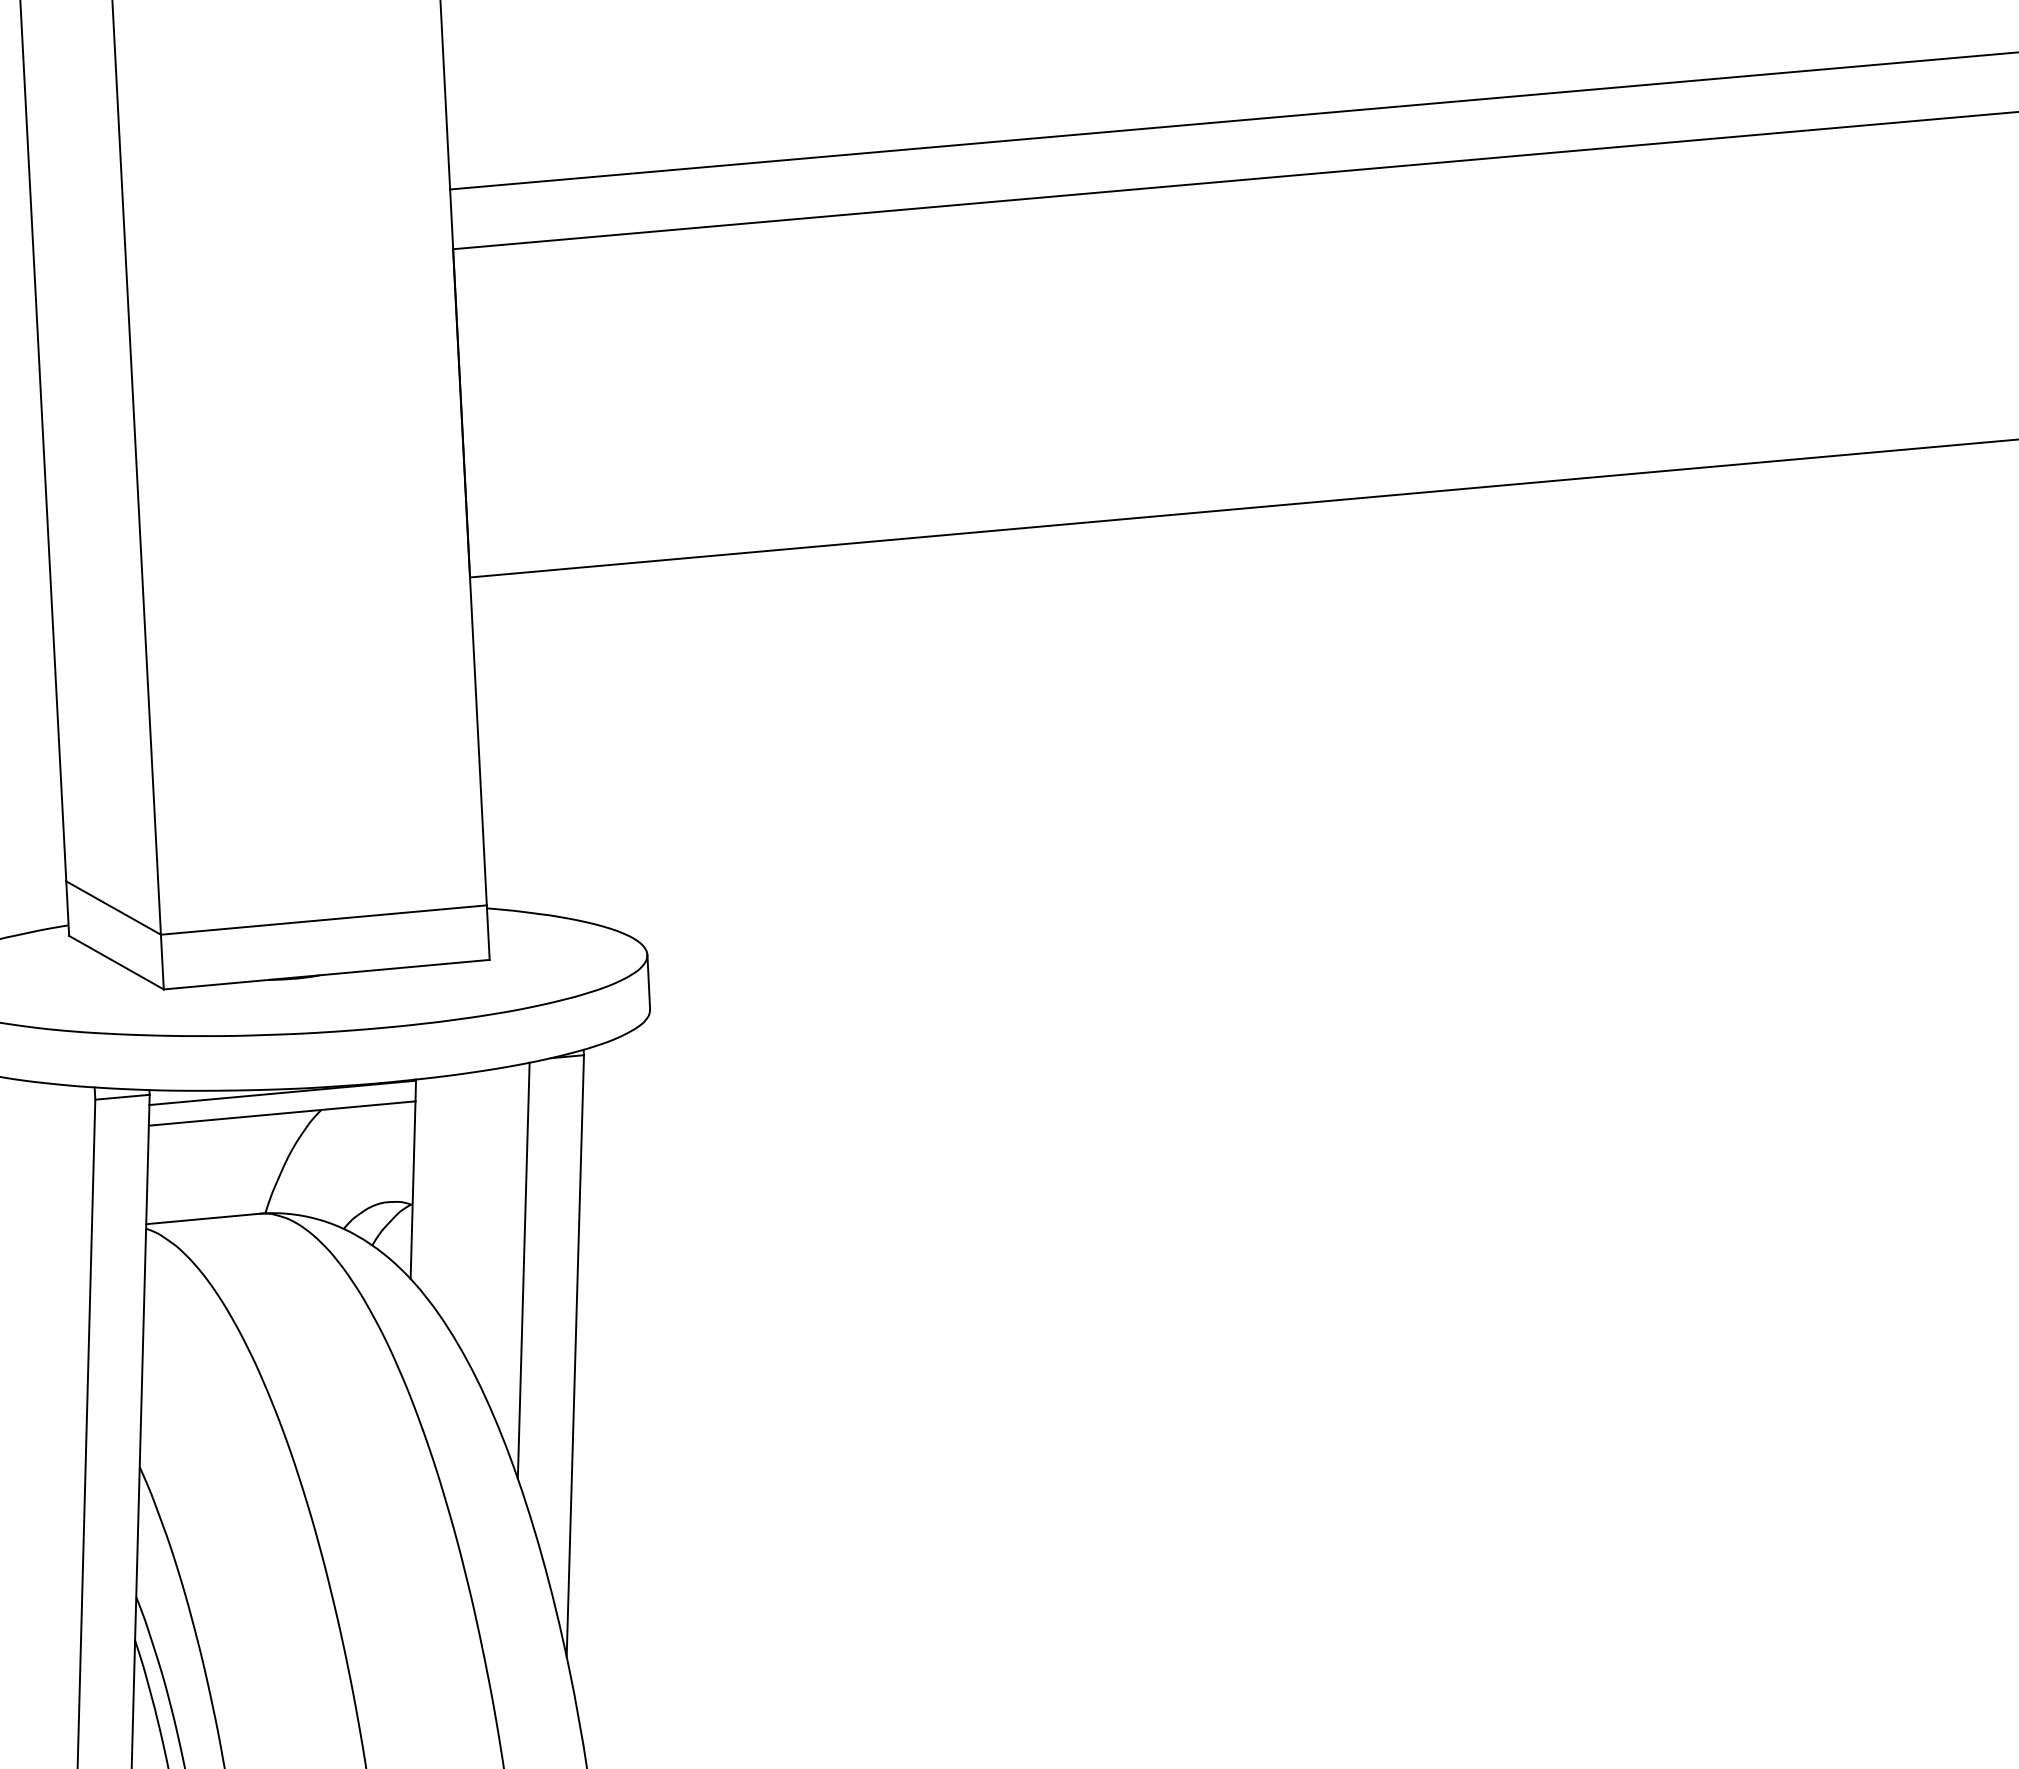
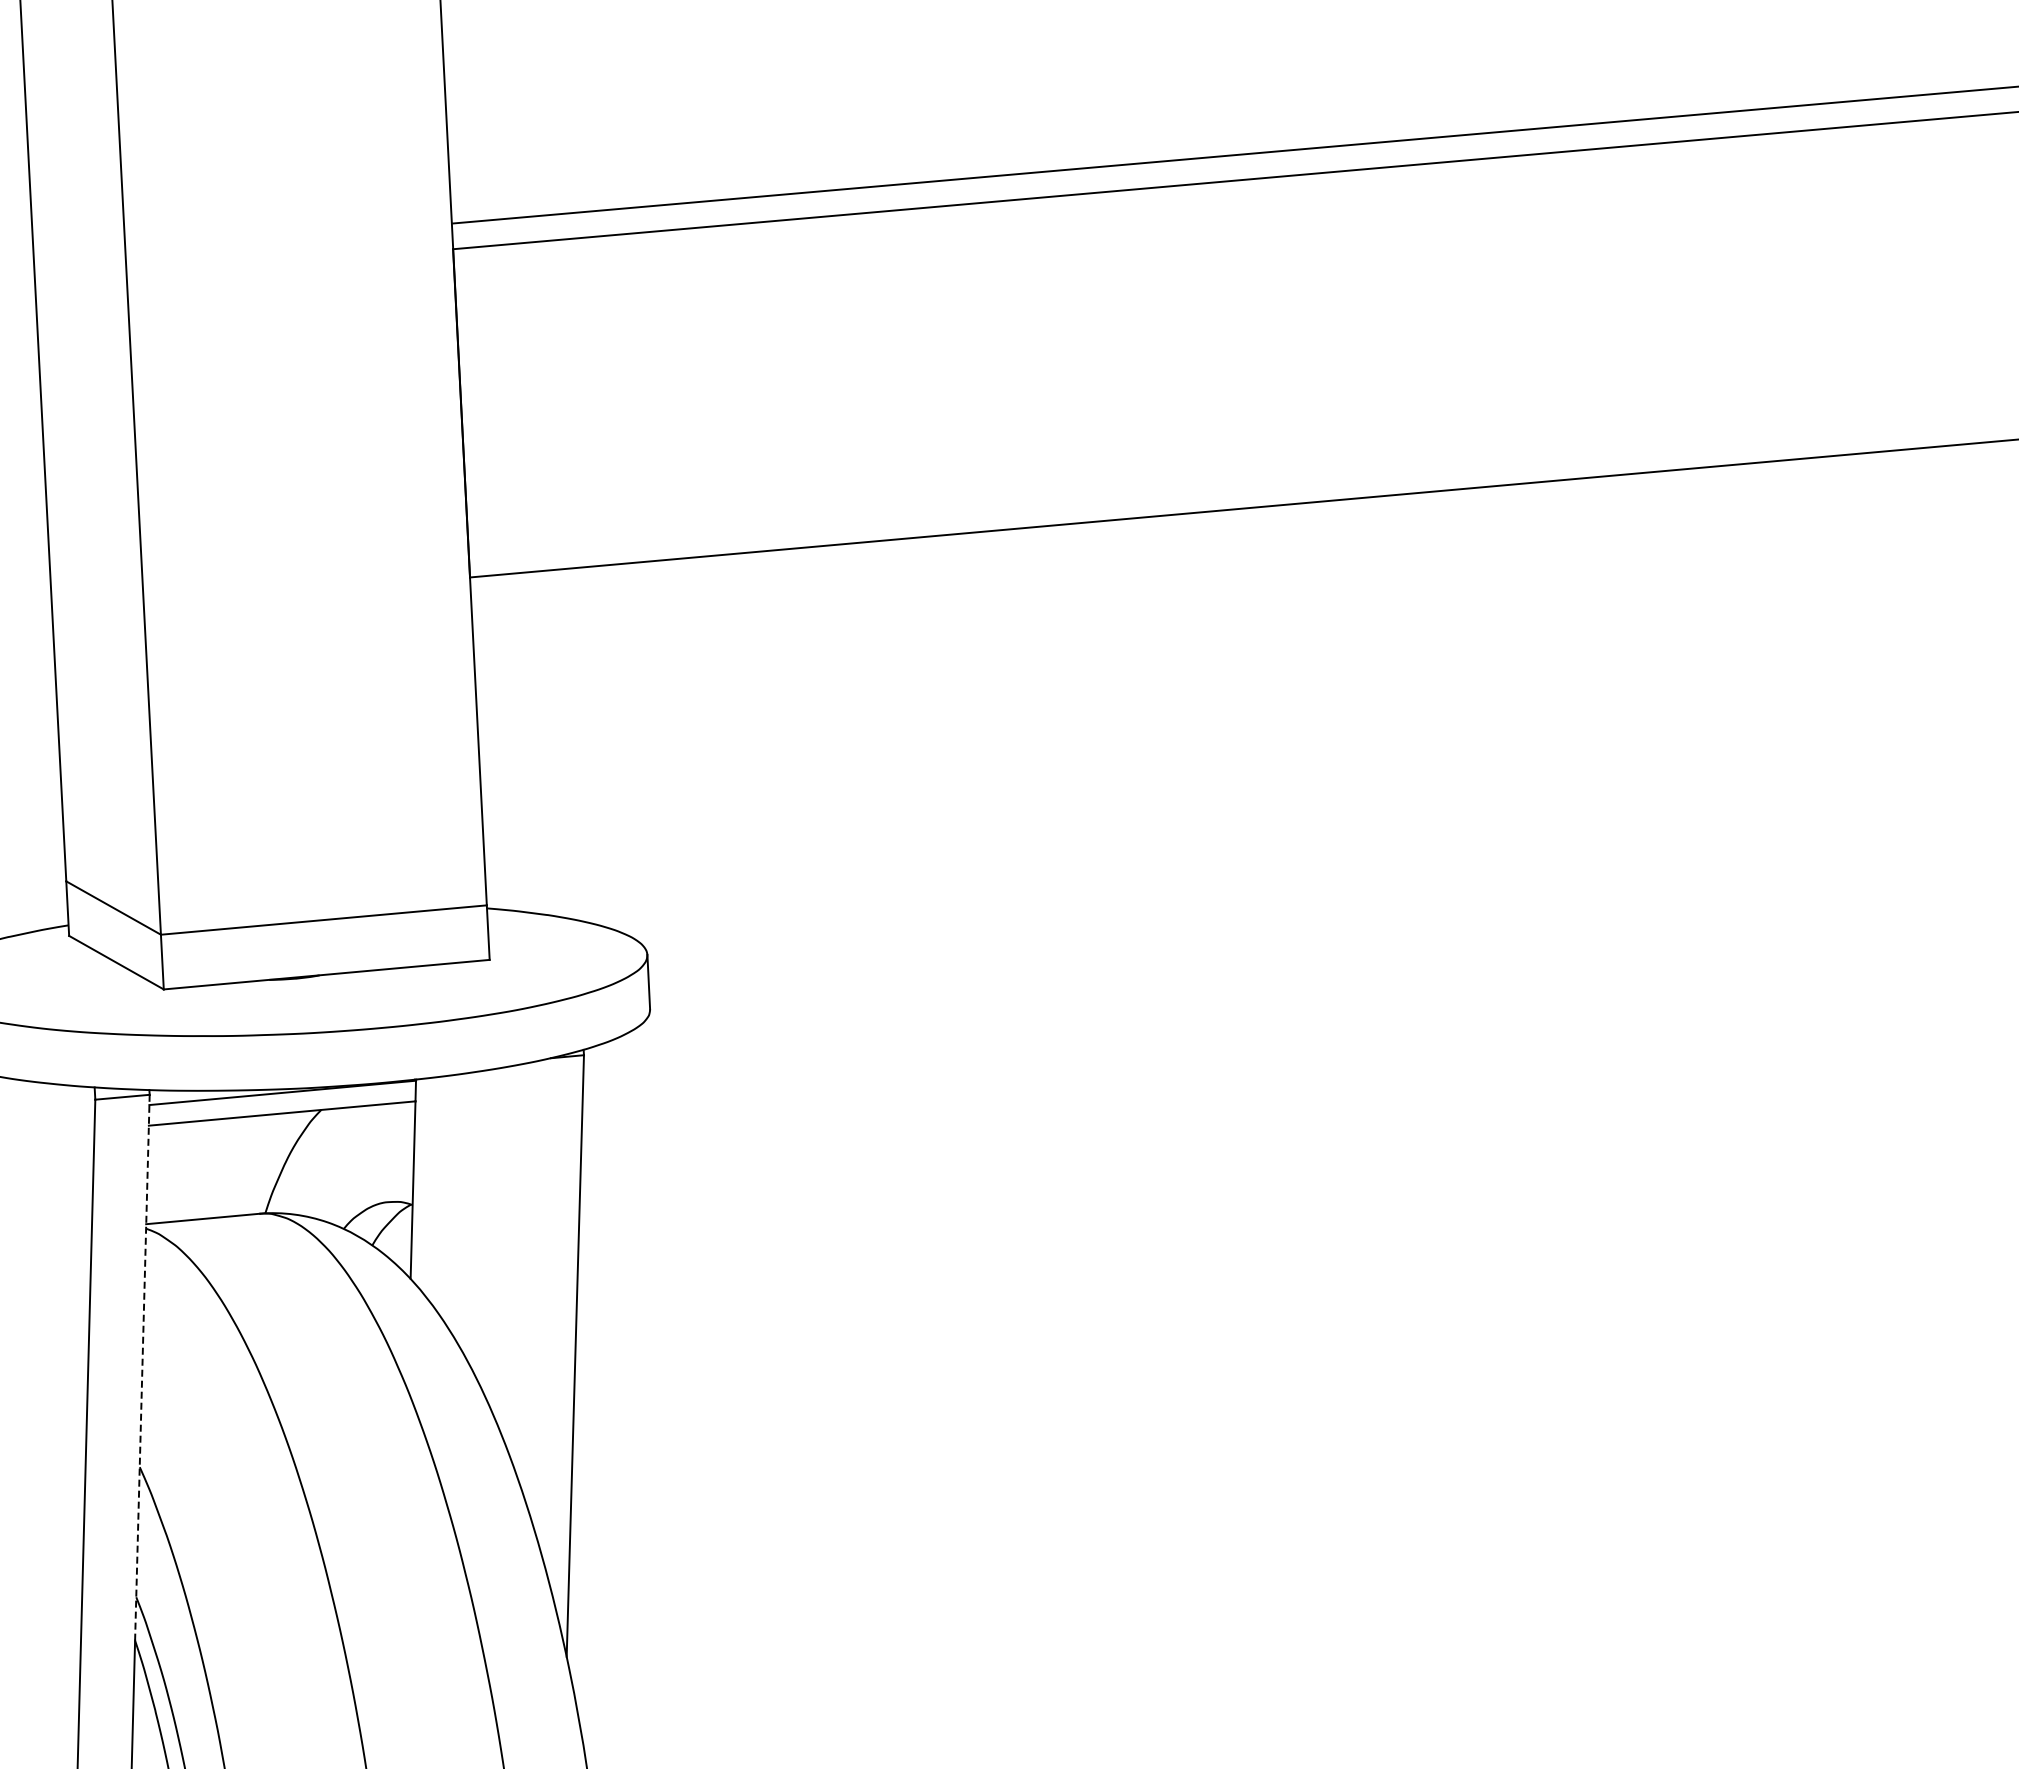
line at (1232, 120) position: (1232, 120) -> (1234, 154)
line at (523, 1270): present -> none
line at (142, 1367): solid -> dashed
